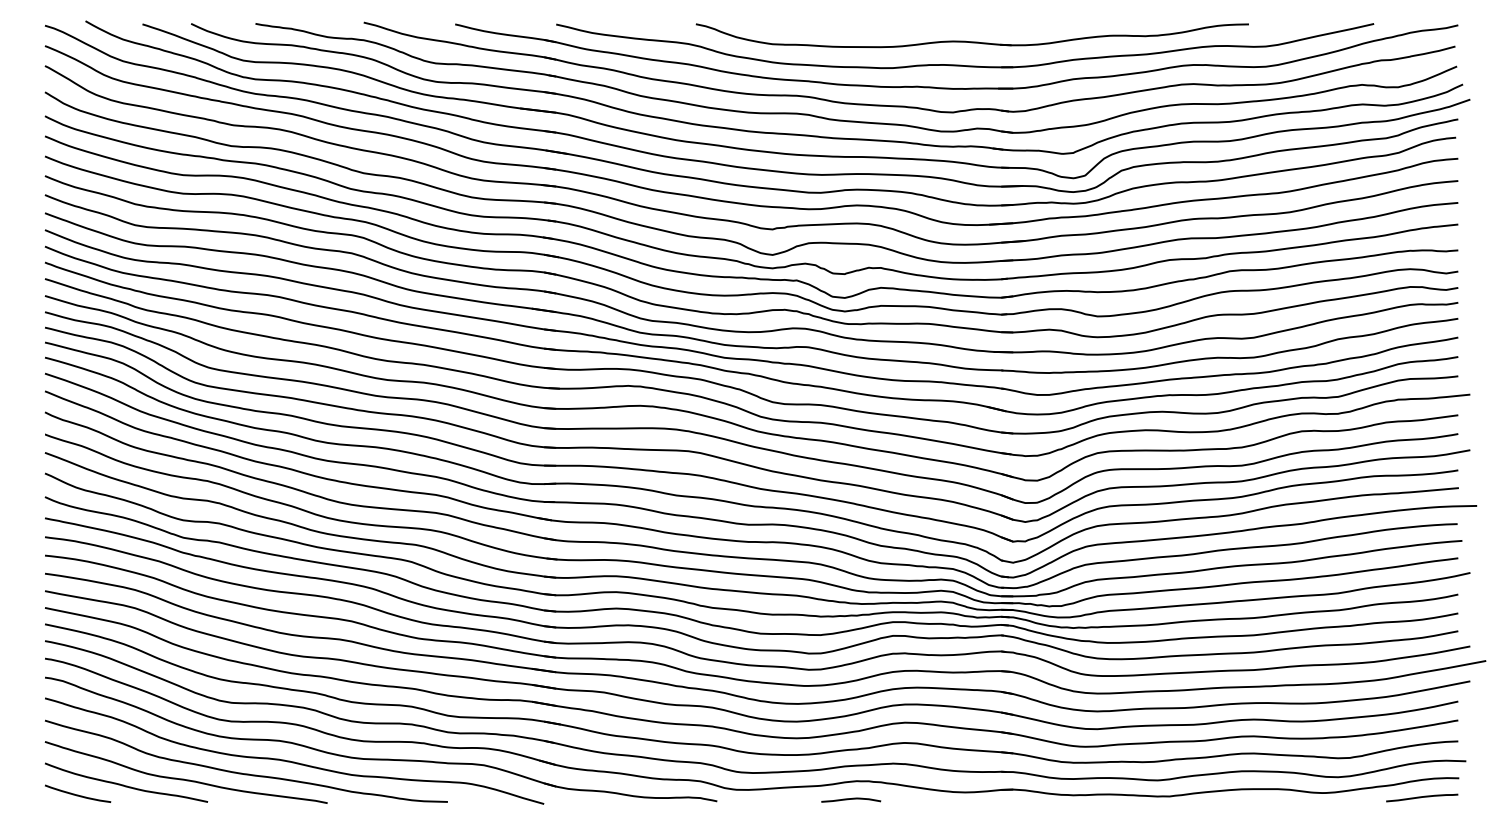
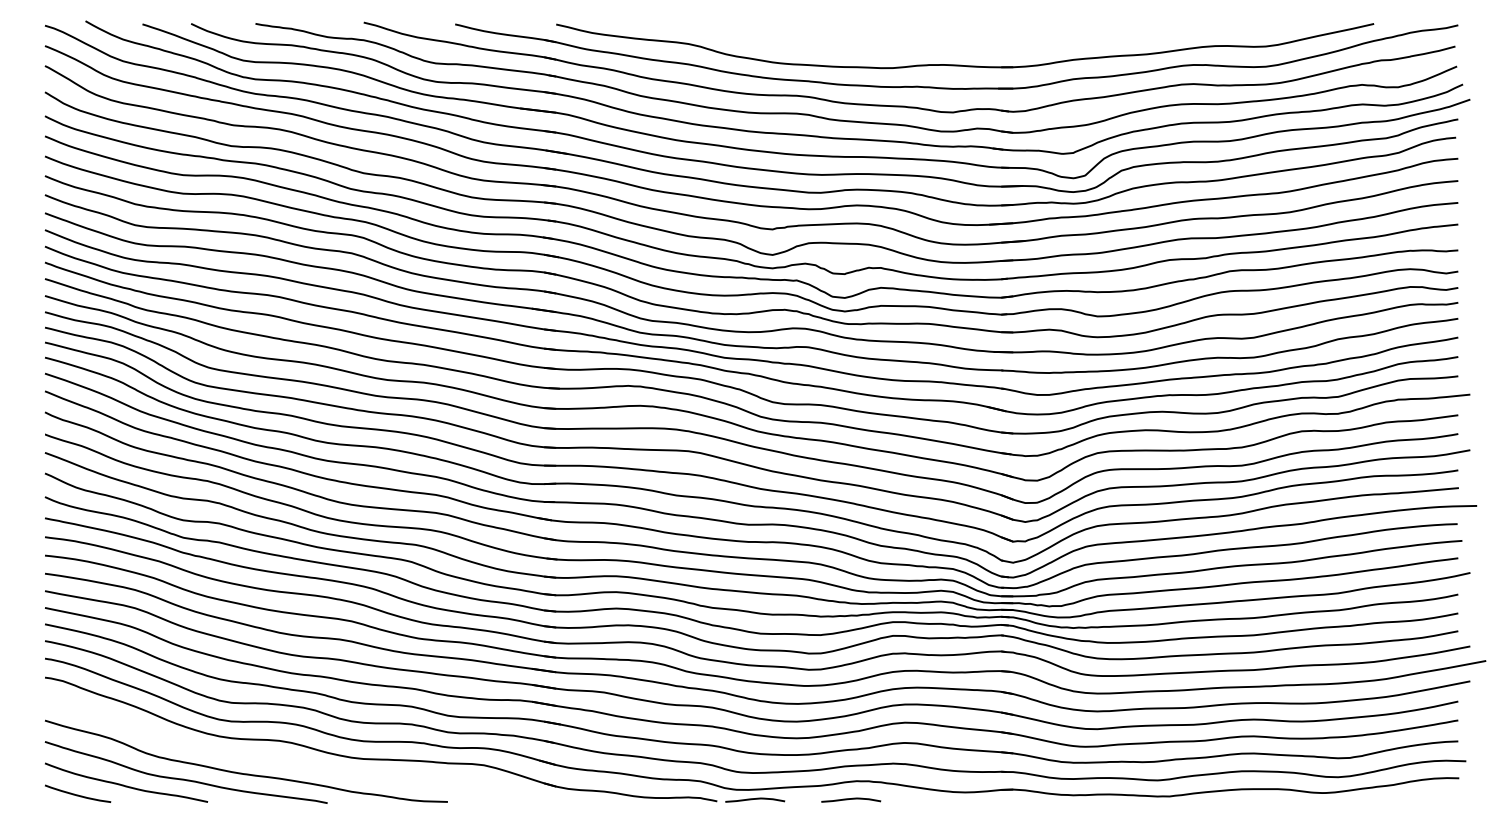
part at (971, 35): present -> none
curve at (290, 760): present -> none
curve at (1422, 797): present -> none
curve at (755, 799): none -> present
